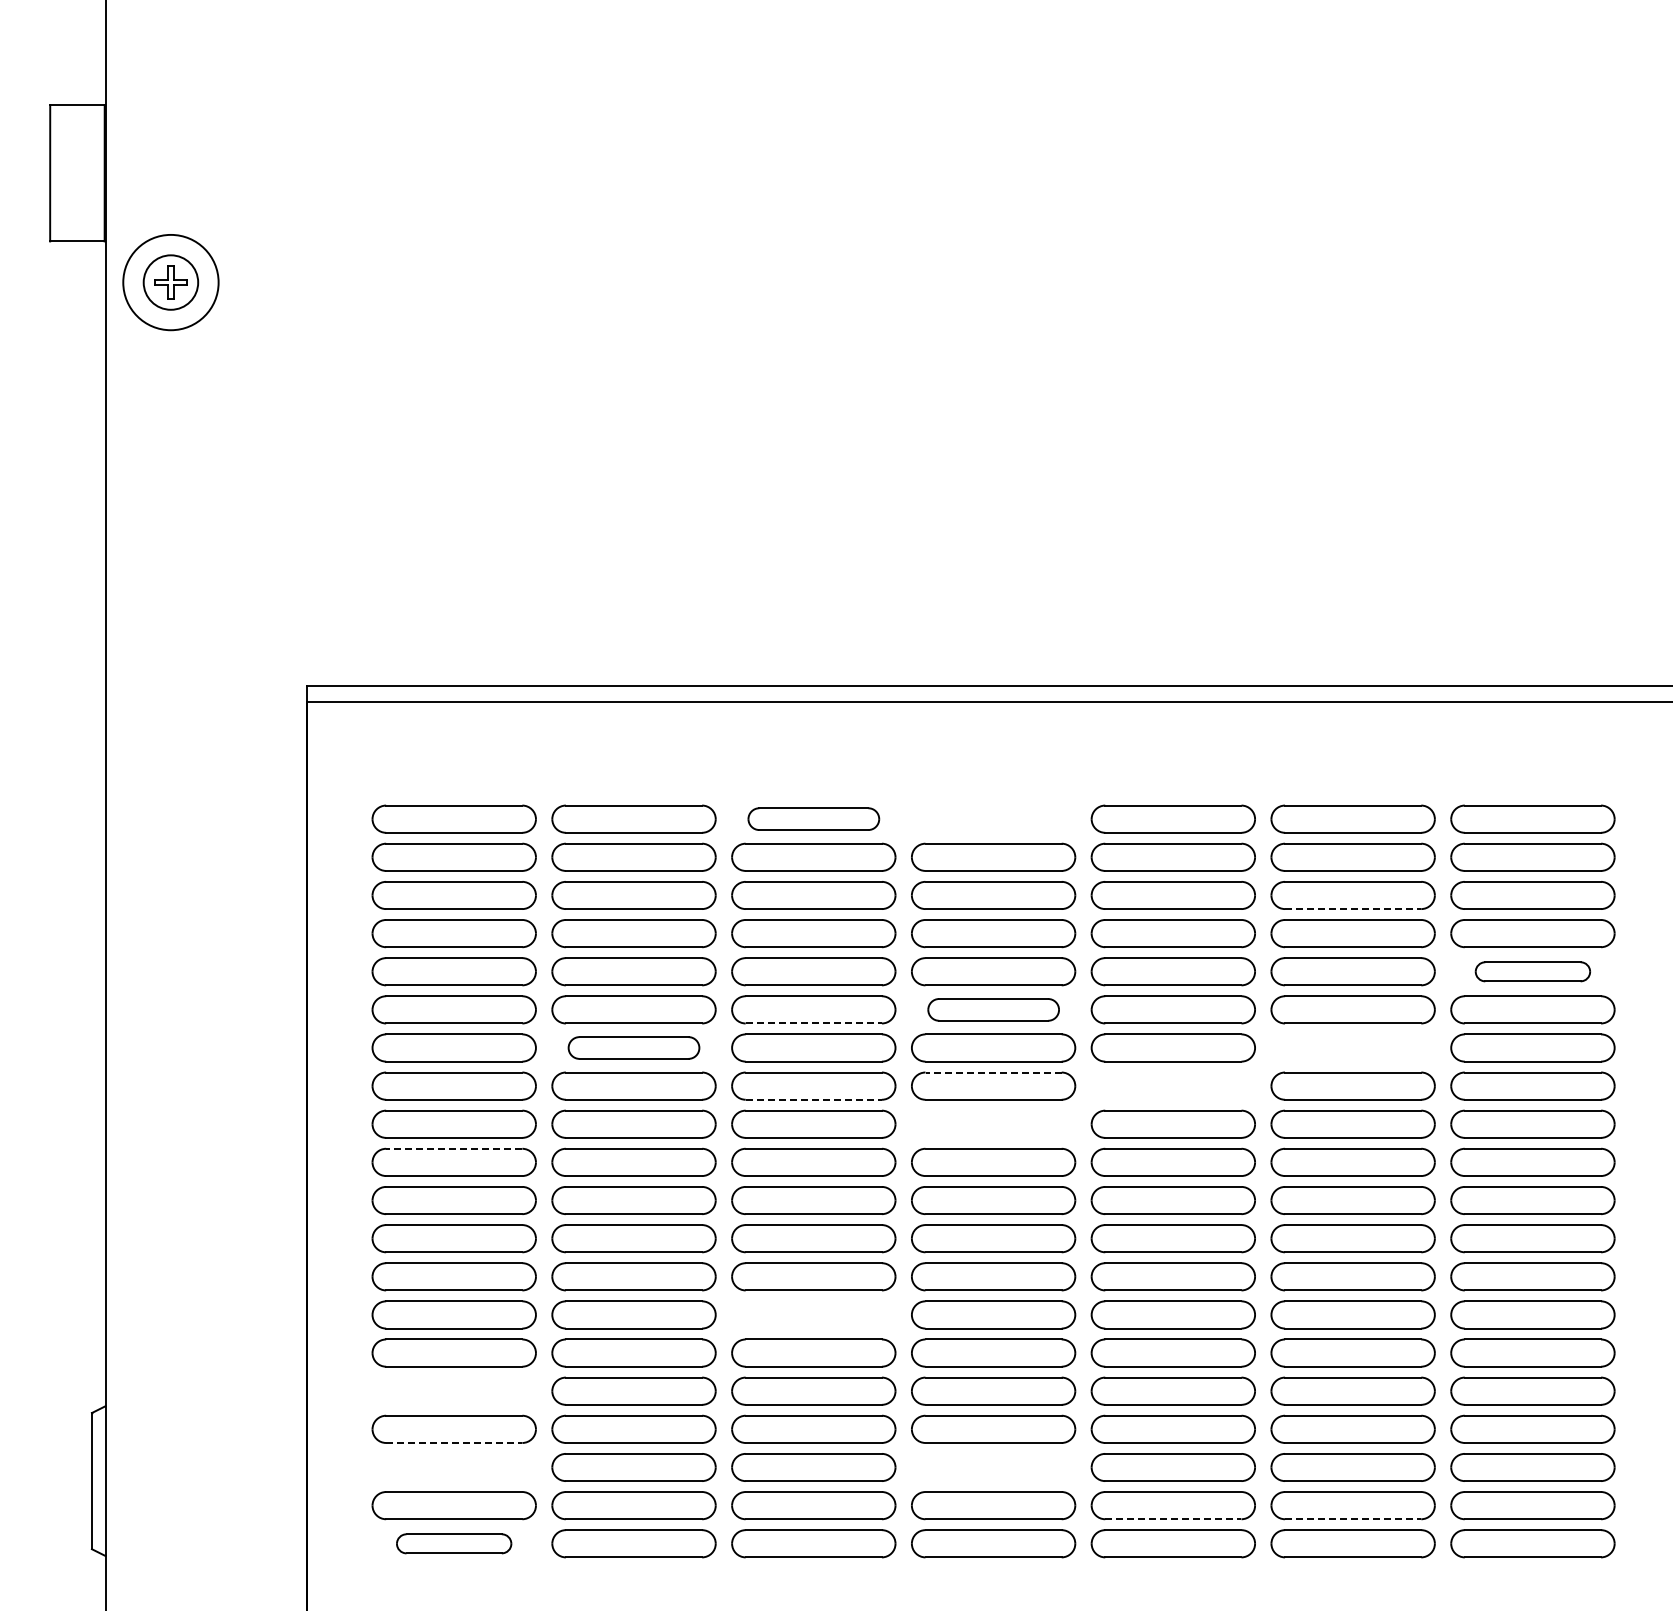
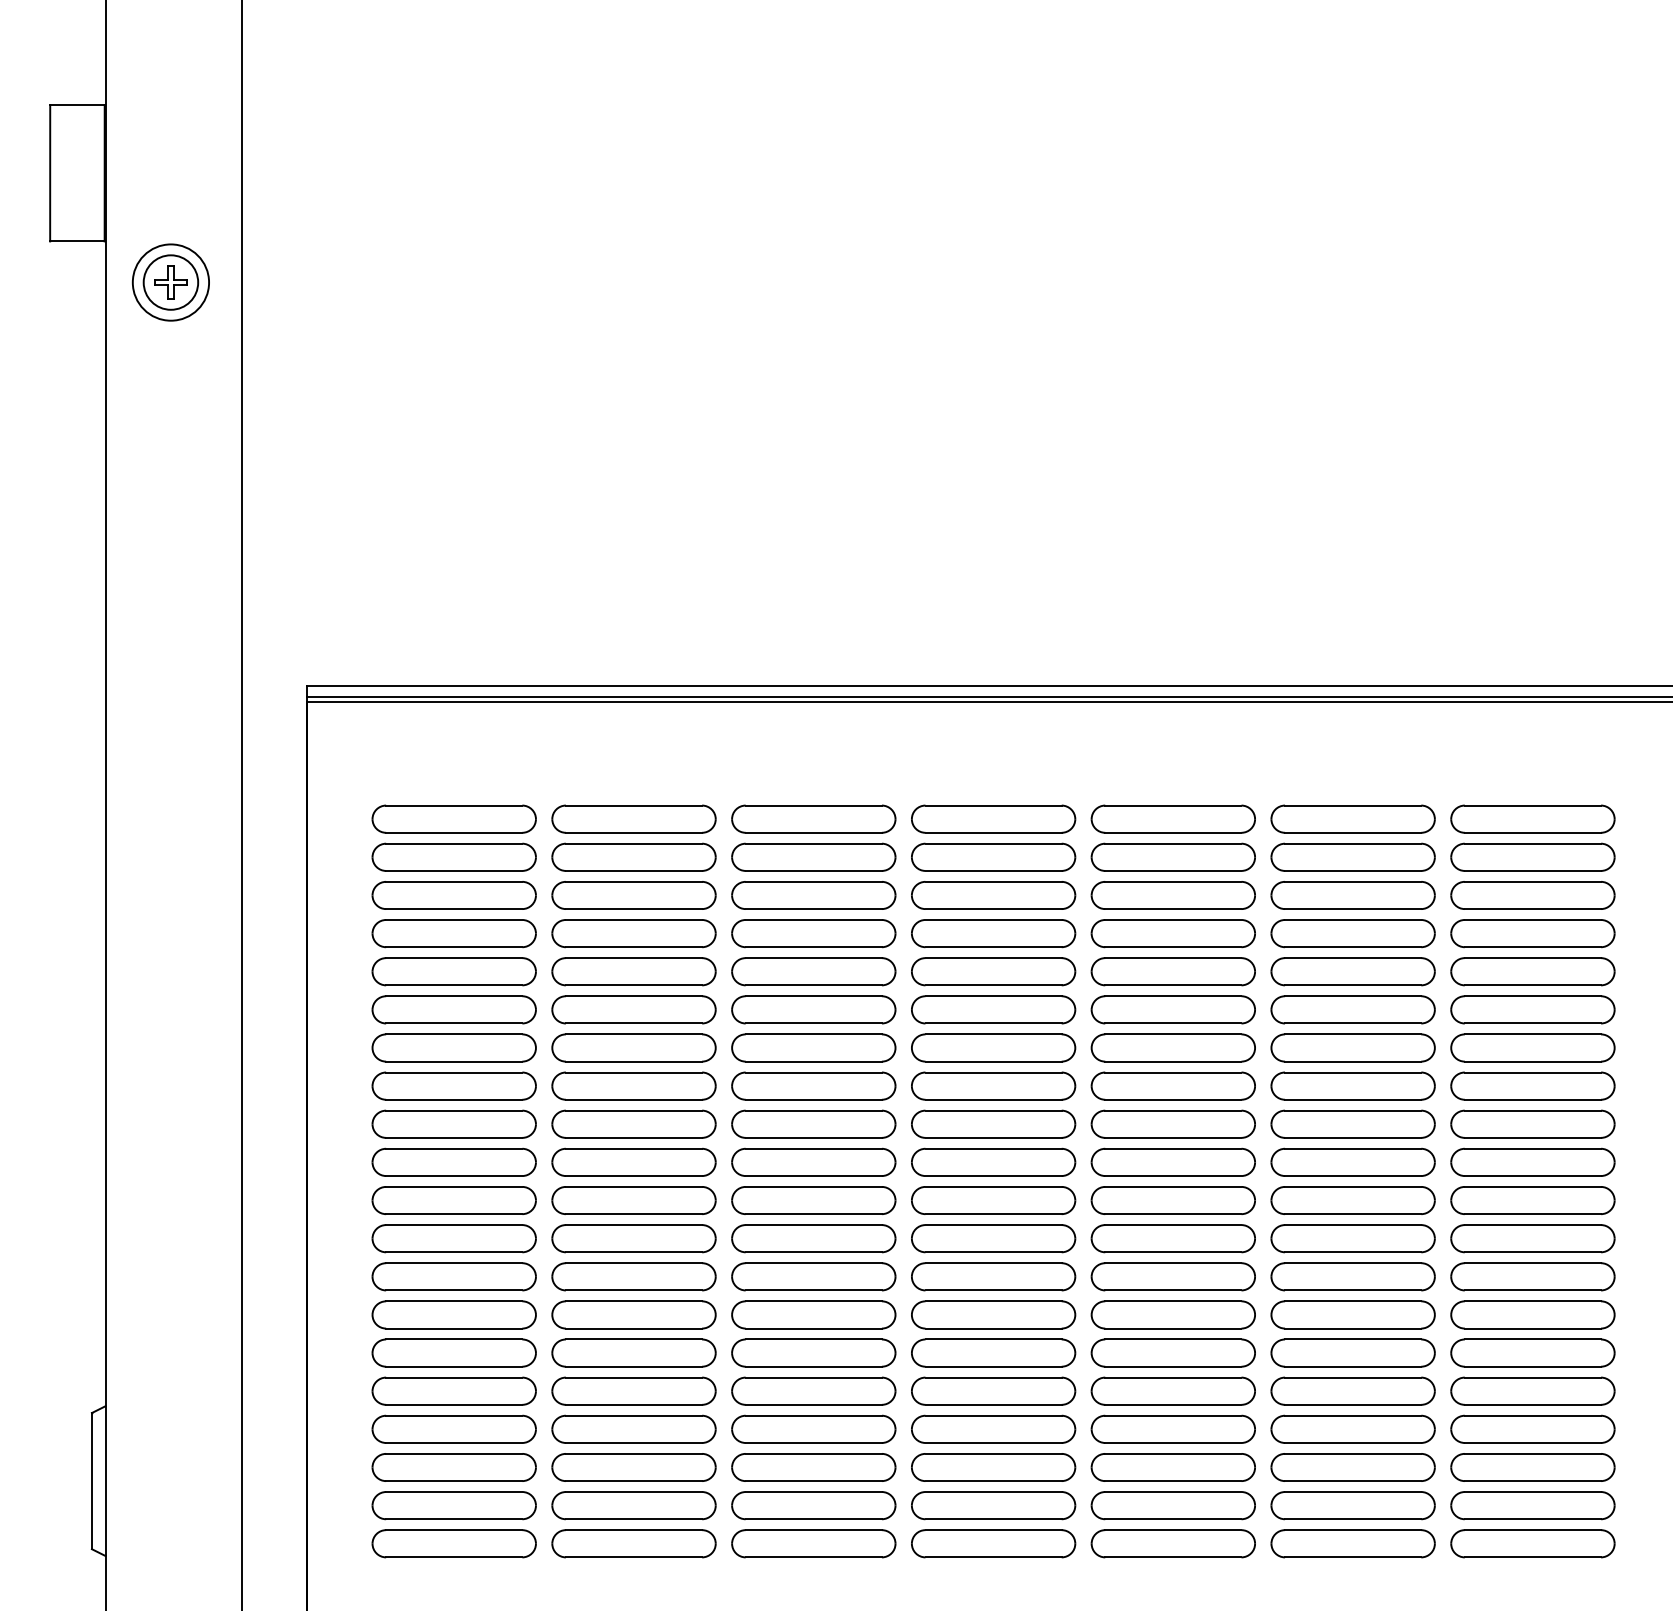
circle at (170, 282) diameter: 95 px -> 76 px
line at (988, 696): none -> present
line at (241, 804): none -> present
part at (813, 818) size: 134x24 px -> 166x30 px
part at (993, 818): none -> present
line at (1353, 909): dashed -> solid
part at (1532, 971) size: 117x22 px -> 166x30 px
part at (993, 1009) size: 133x24 px -> 166x30 px
line at (814, 1023): dashed -> solid
part at (633, 1047) size: 134x24 px -> 166x30 px
part at (1352, 1047): none -> present
line at (993, 1072): dashed -> solid
part at (1172, 1085): none -> present
line at (814, 1099): dashed -> solid
part at (993, 1123): none -> present
line at (453, 1148): dashed -> solid
part at (813, 1314): none -> present
part at (453, 1390): none -> present
line at (454, 1442): dashed -> solid
part at (453, 1467): none -> present
part at (993, 1467): none -> present
line at (1173, 1519): dashed -> solid
line at (1353, 1519): dashed -> solid
part at (454, 1543) size: 117x22 px -> 166x30 px
